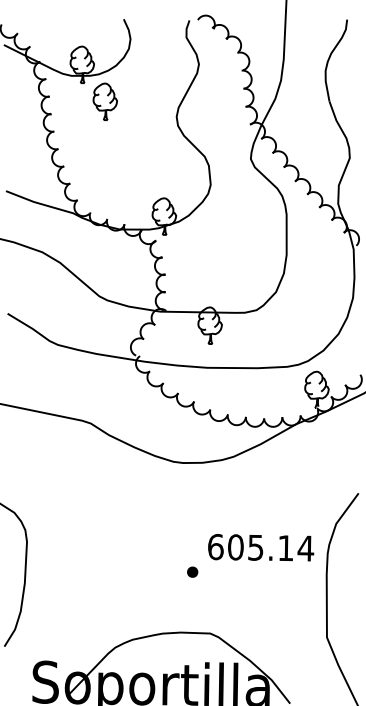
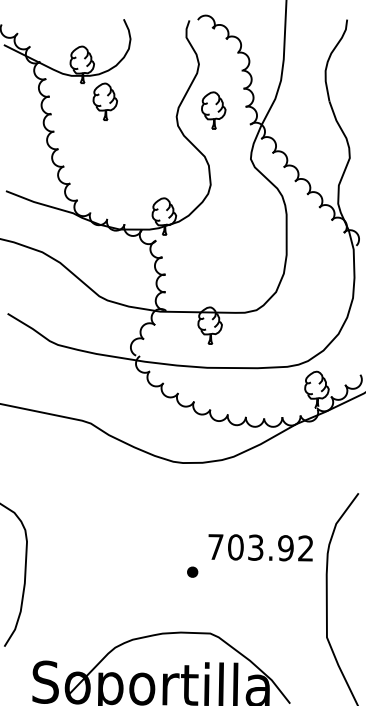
part at (213, 110): none -> present
text at (261, 547): 605.14 -> 703.92
